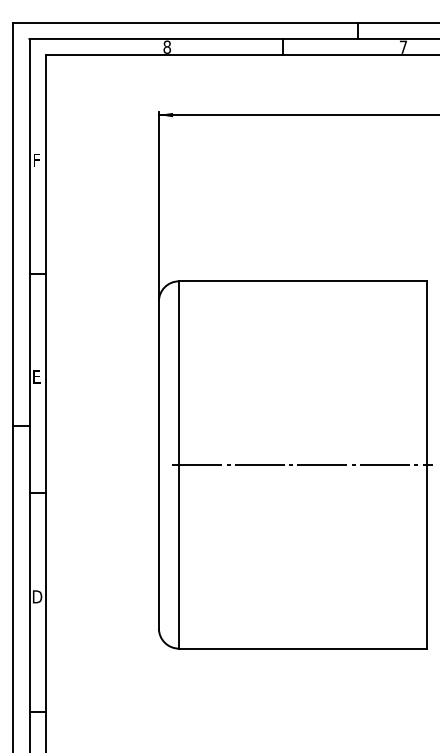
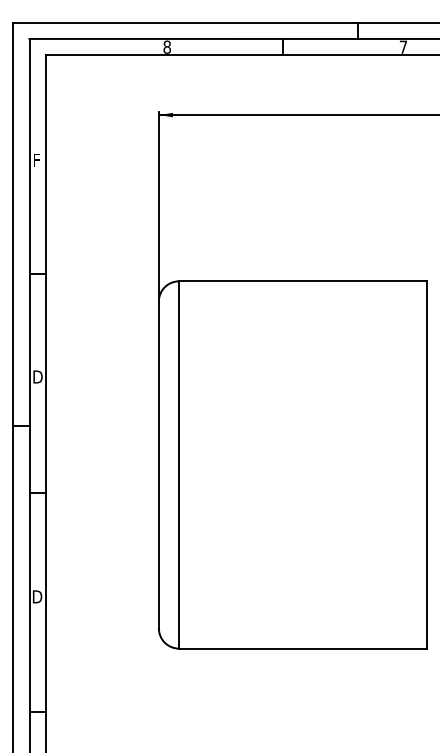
text at (37, 376): E -> D
line at (302, 464): present -> none
